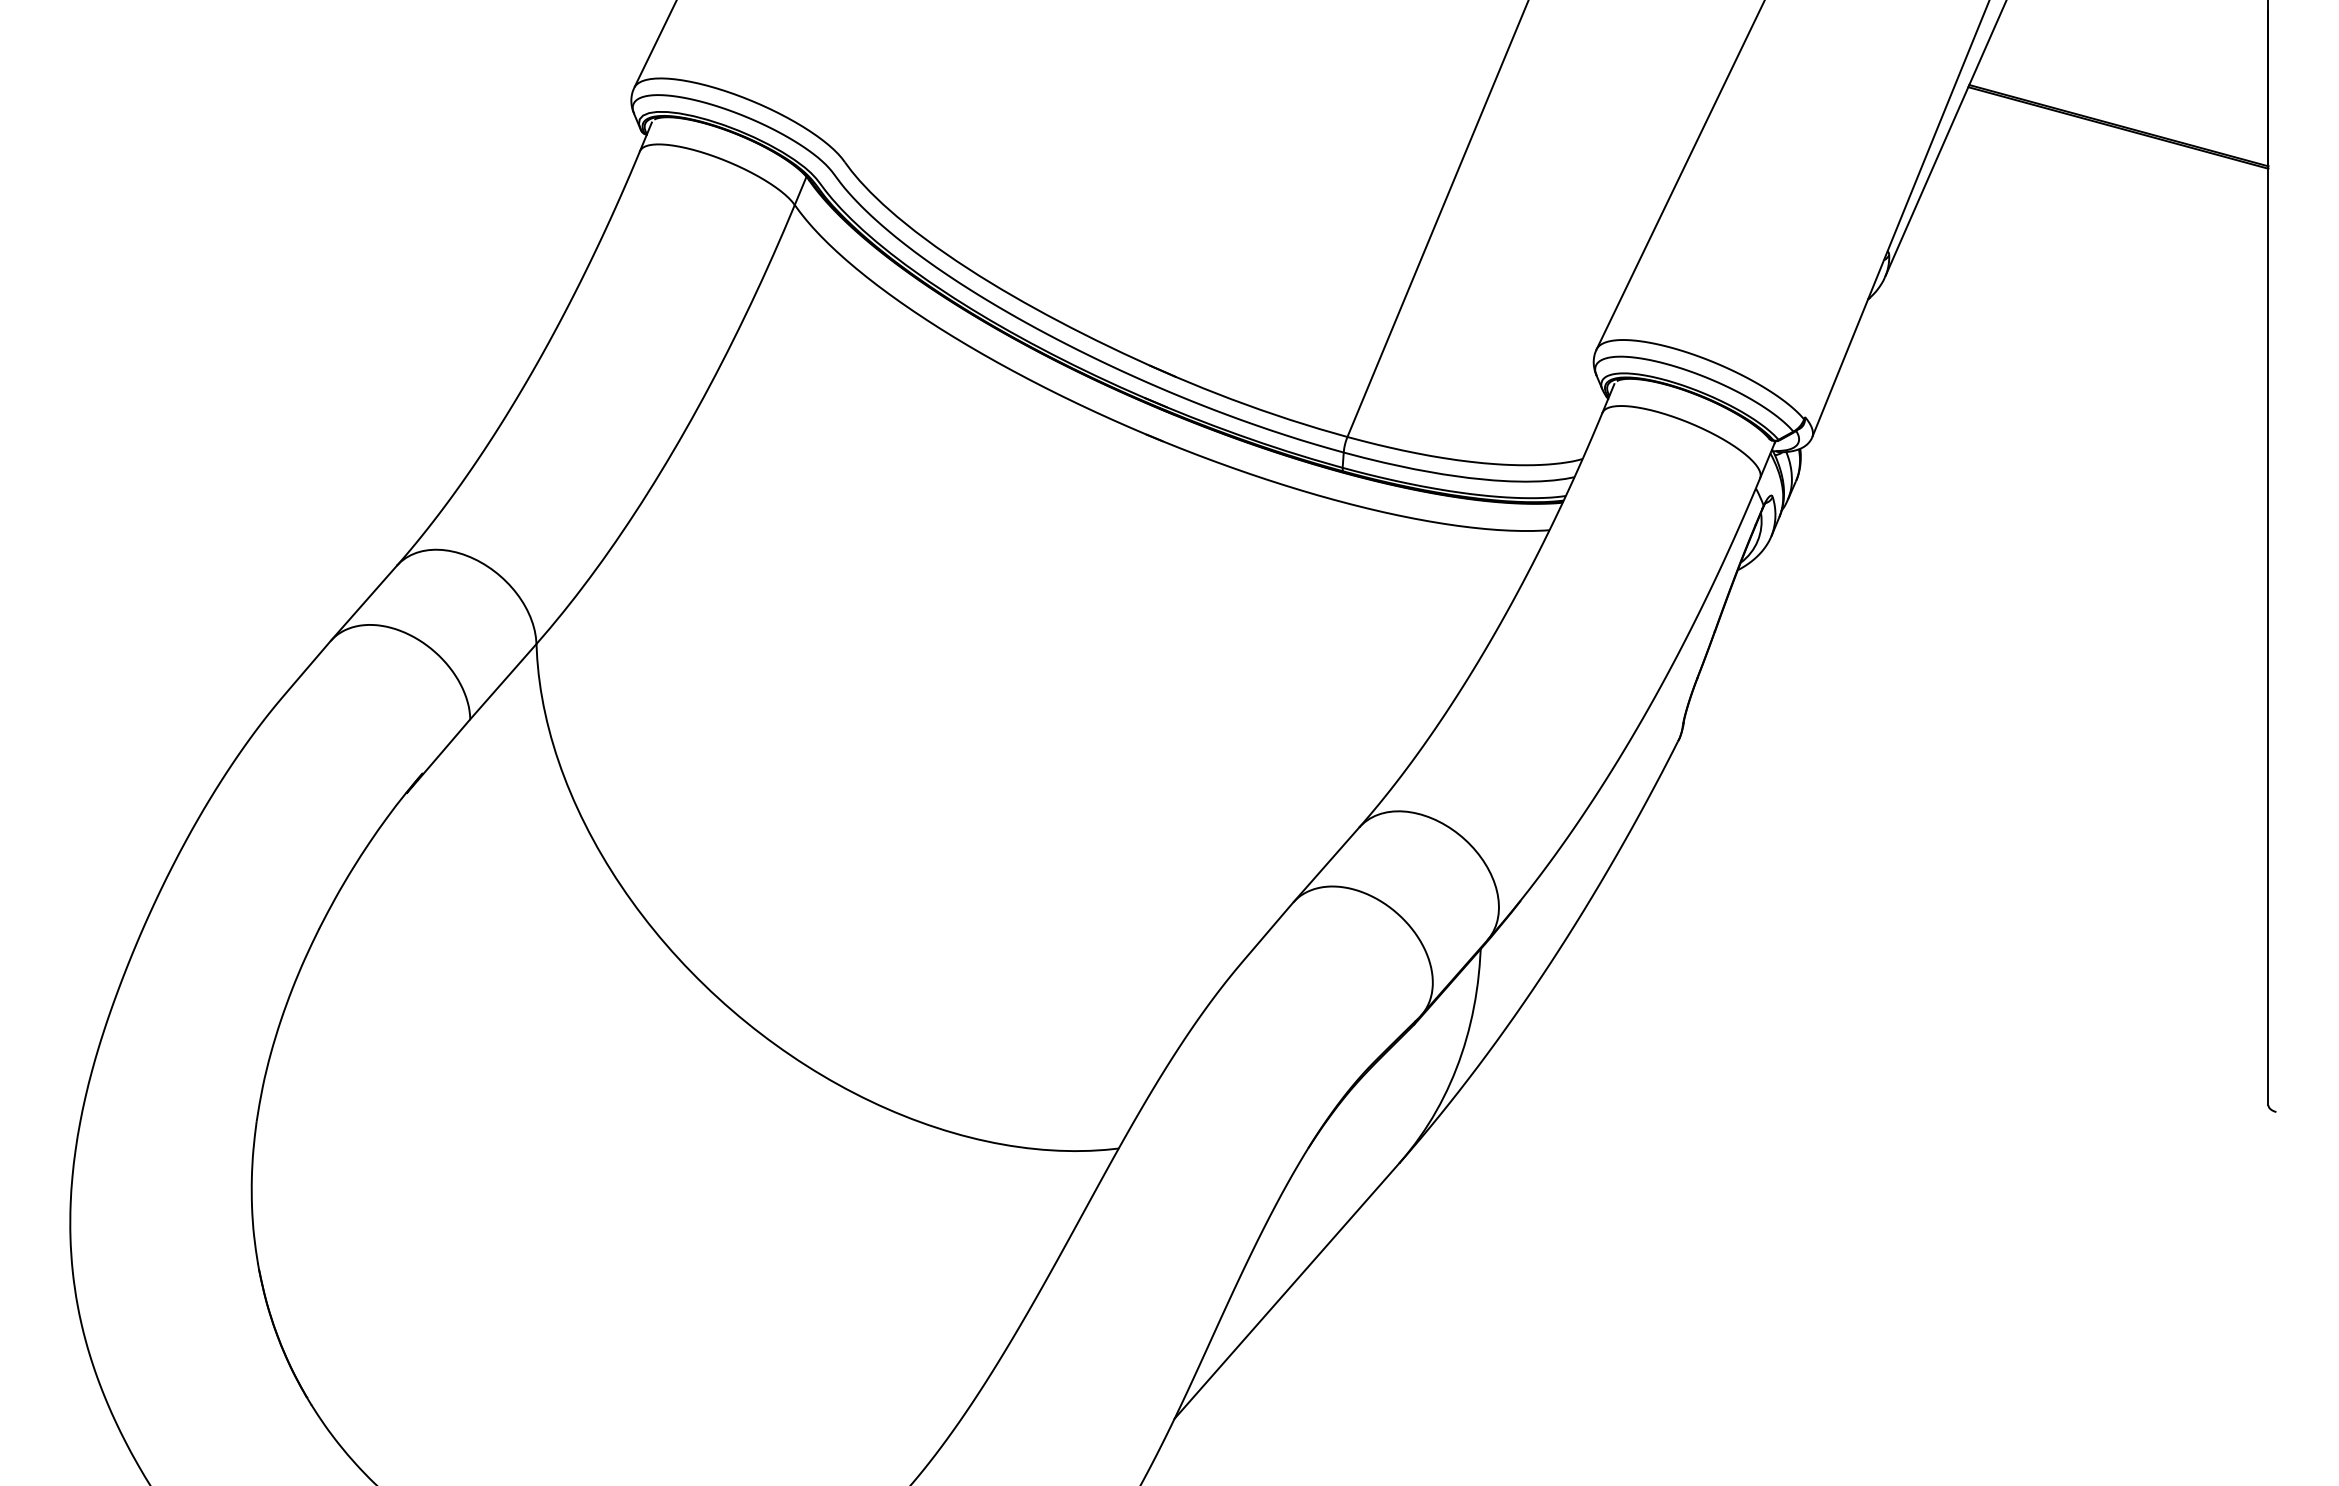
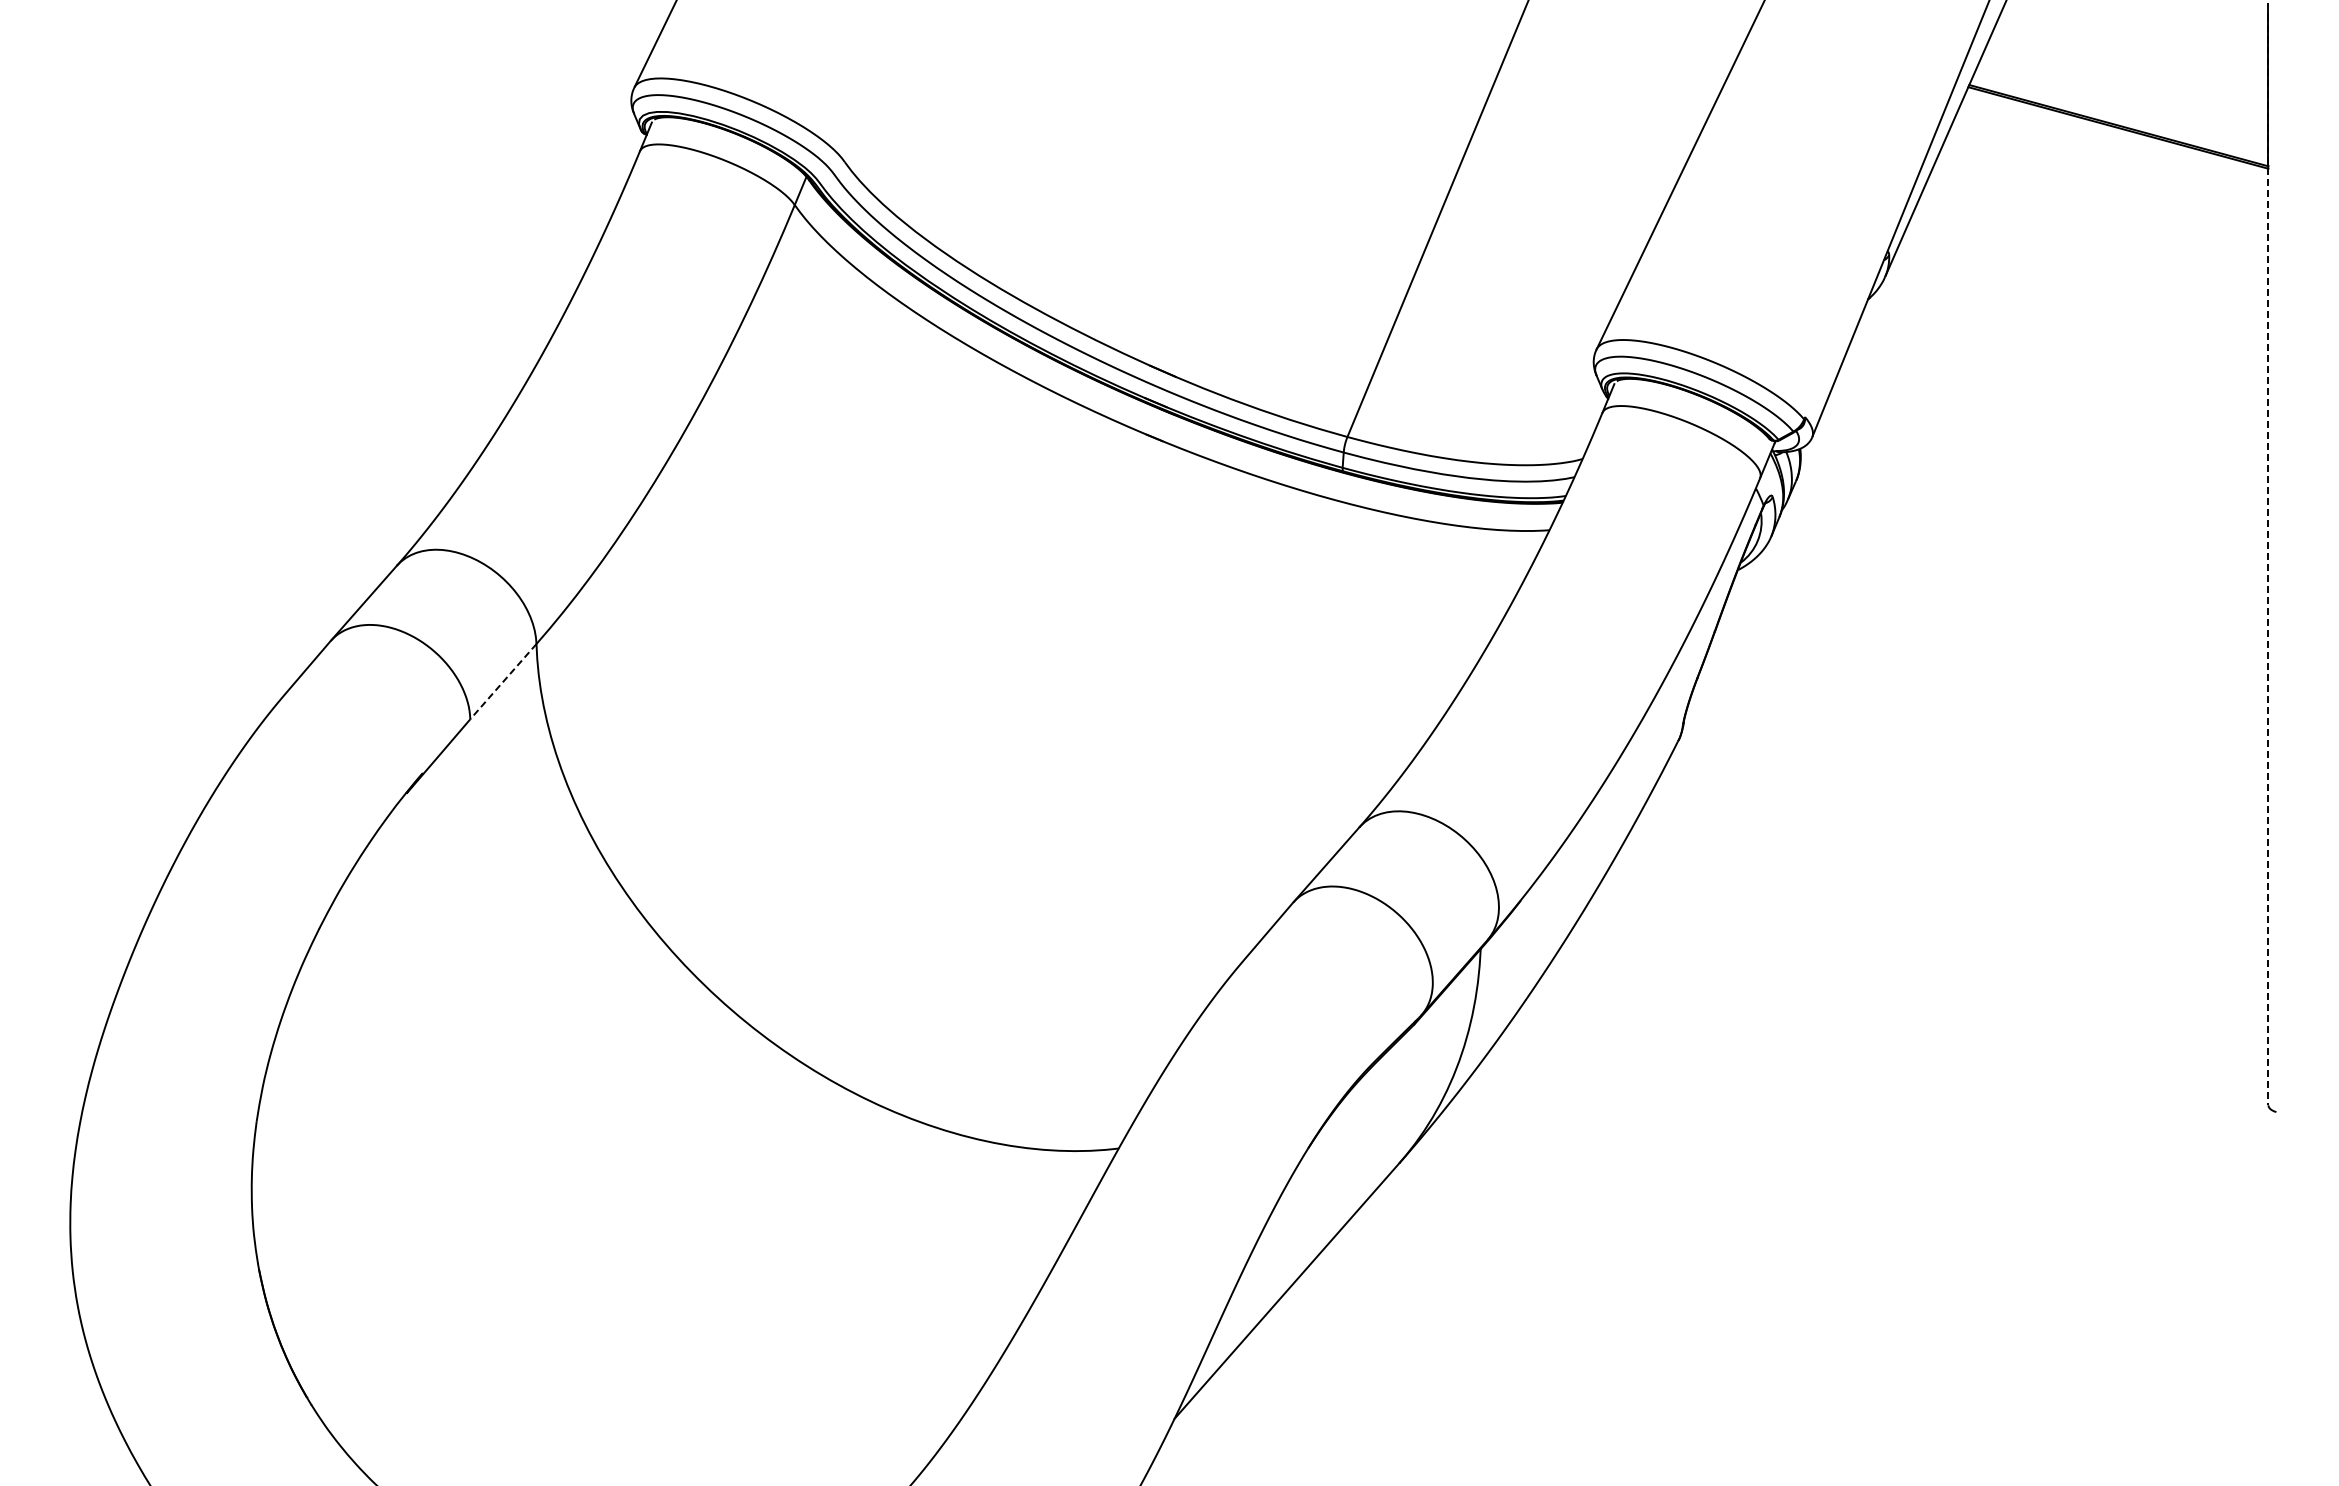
line at (2268, 553): solid -> dashed
line at (503, 682): solid -> dashed
